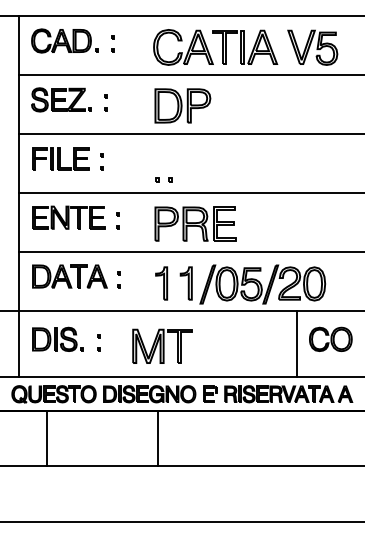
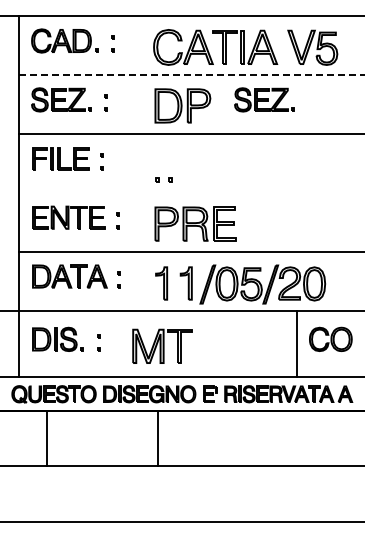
line at (192, 75): solid -> dashed
part at (264, 99): none -> present
line at (190, 192): present -> none
